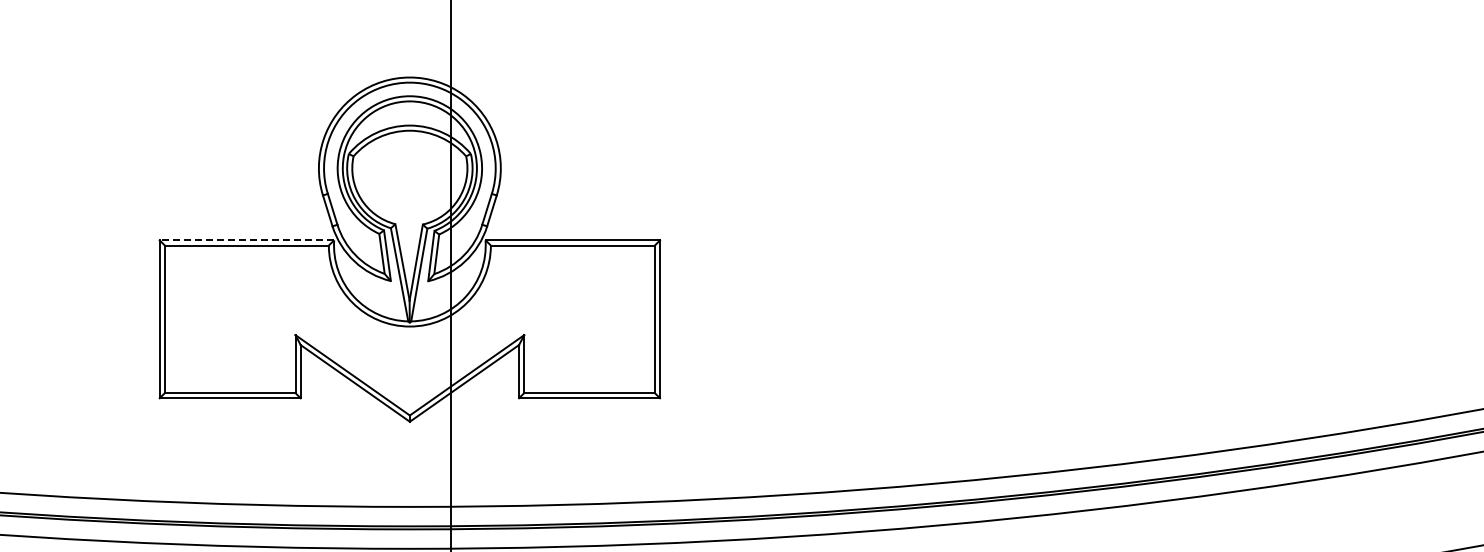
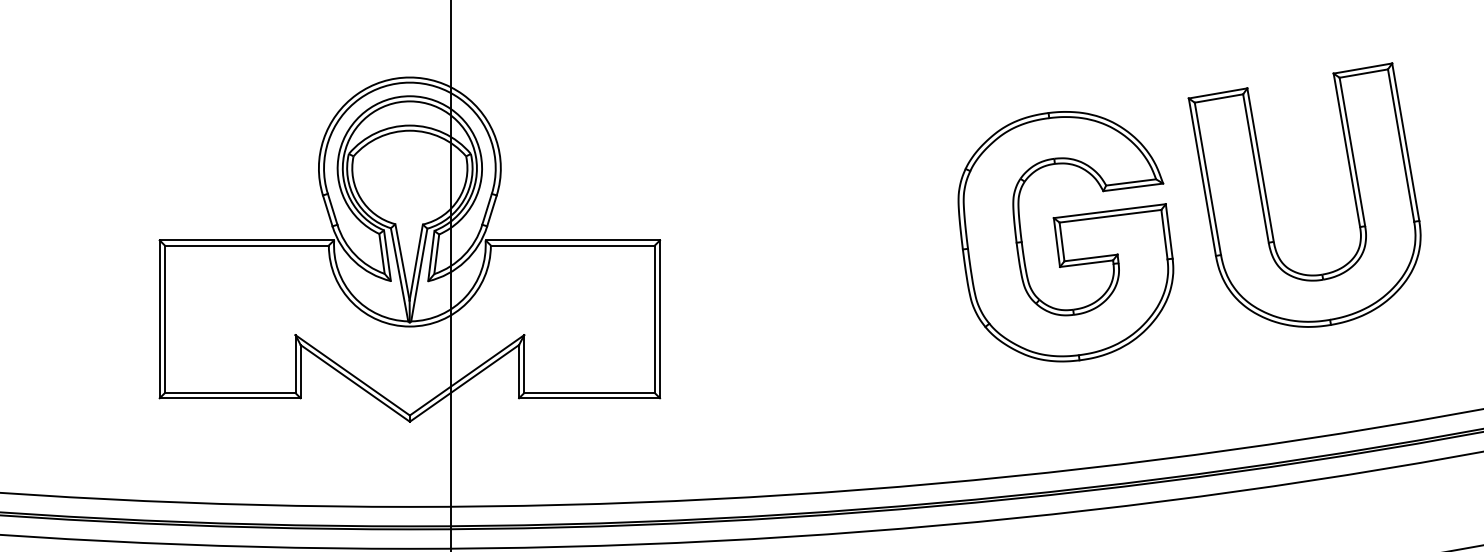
part at (1268, 203): none -> present
part at (1065, 236): none -> present
line at (246, 240): dashed -> solid
